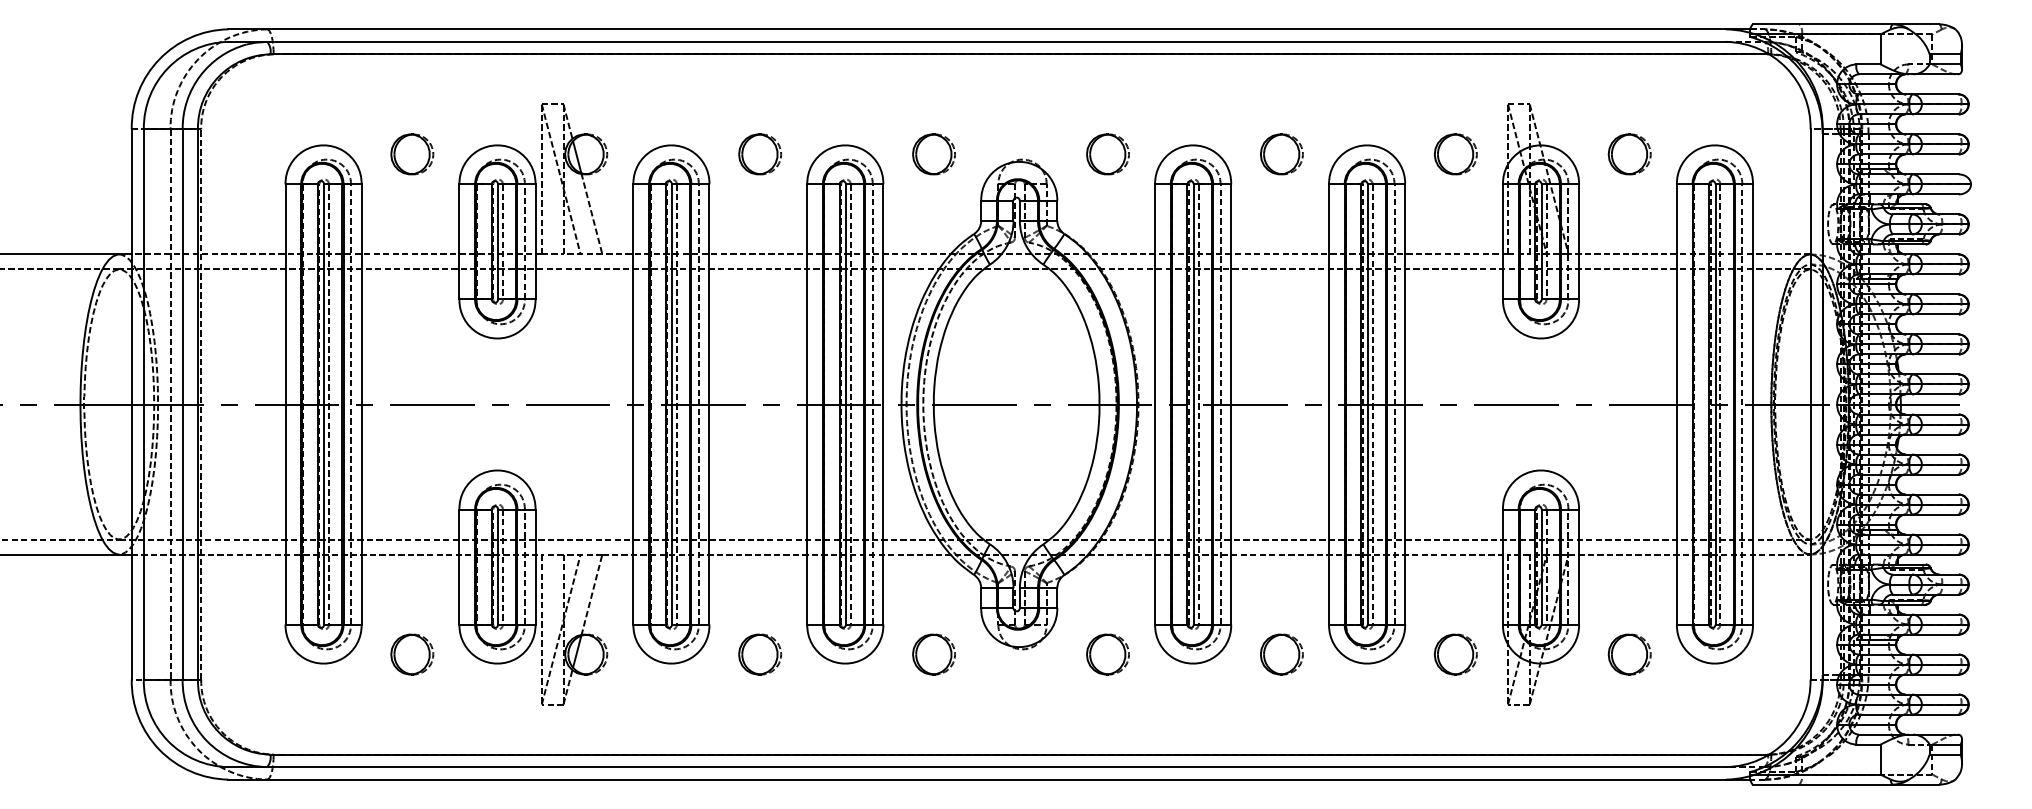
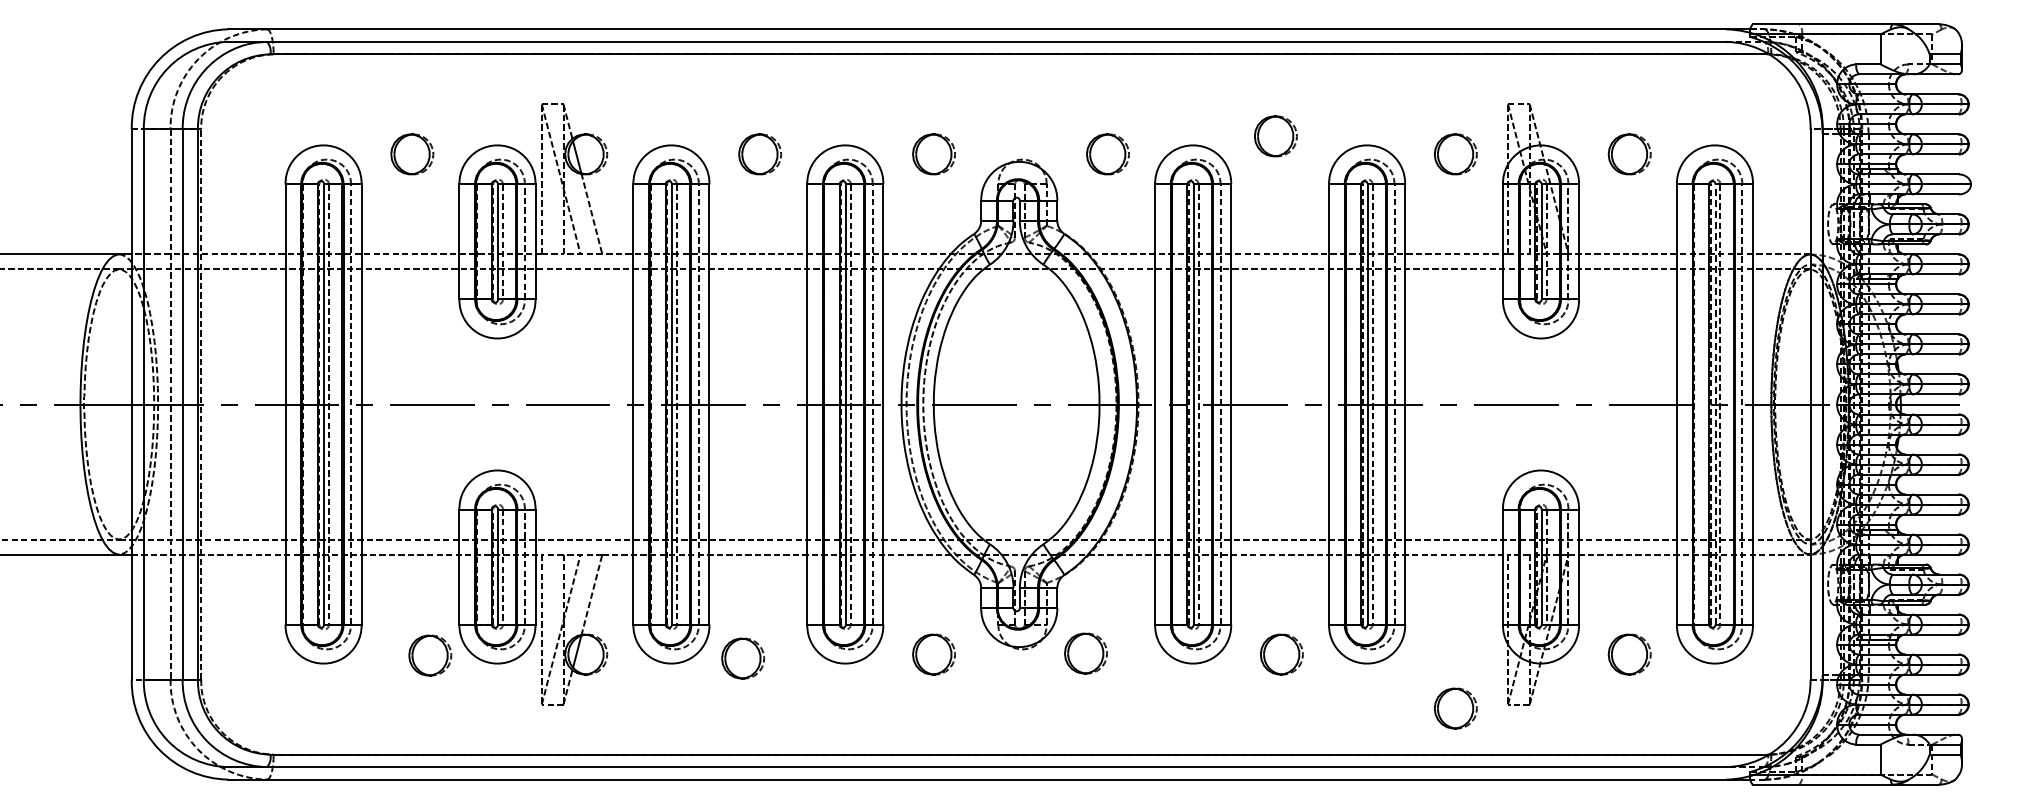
part at (1281, 154) position: (1281, 154) -> (1275, 136)
line at (1715, 404): solid -> dashed
part at (412, 654) position: (412, 654) -> (430, 655)
part at (760, 654) position: (760, 654) -> (743, 658)
part at (1107, 654) position: (1107, 654) -> (1085, 653)
part at (1455, 654) position: (1455, 654) -> (1455, 708)
